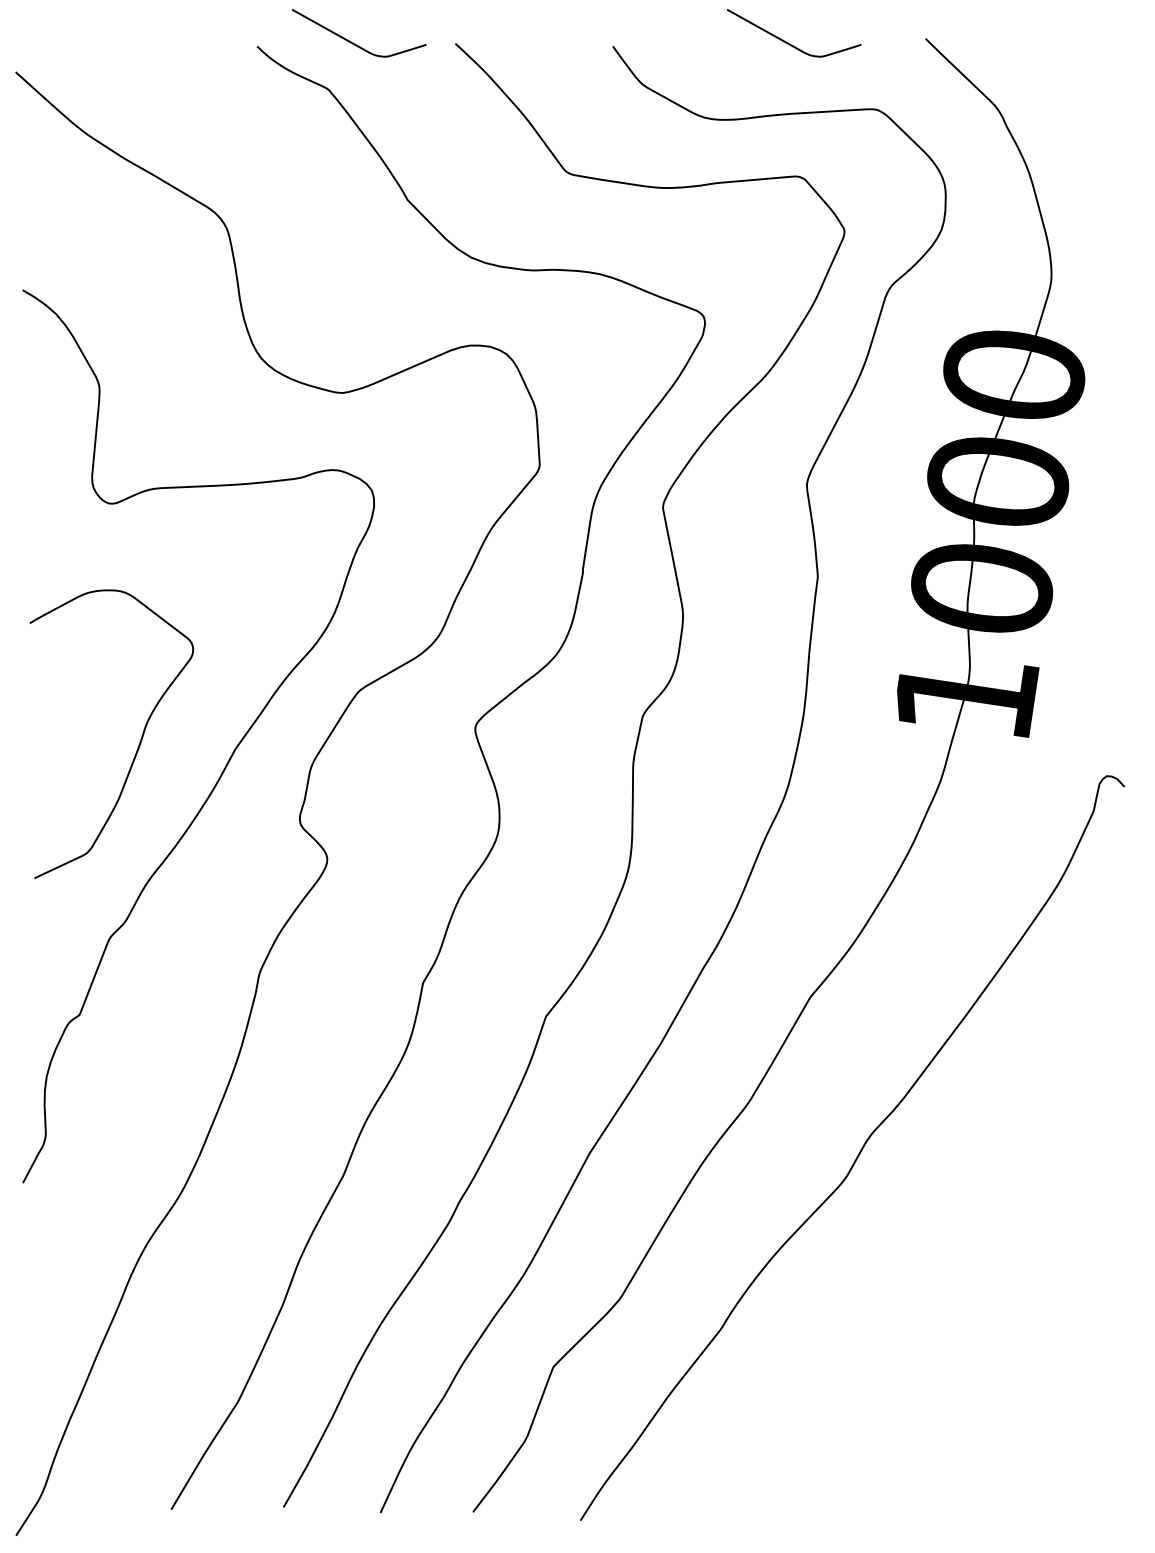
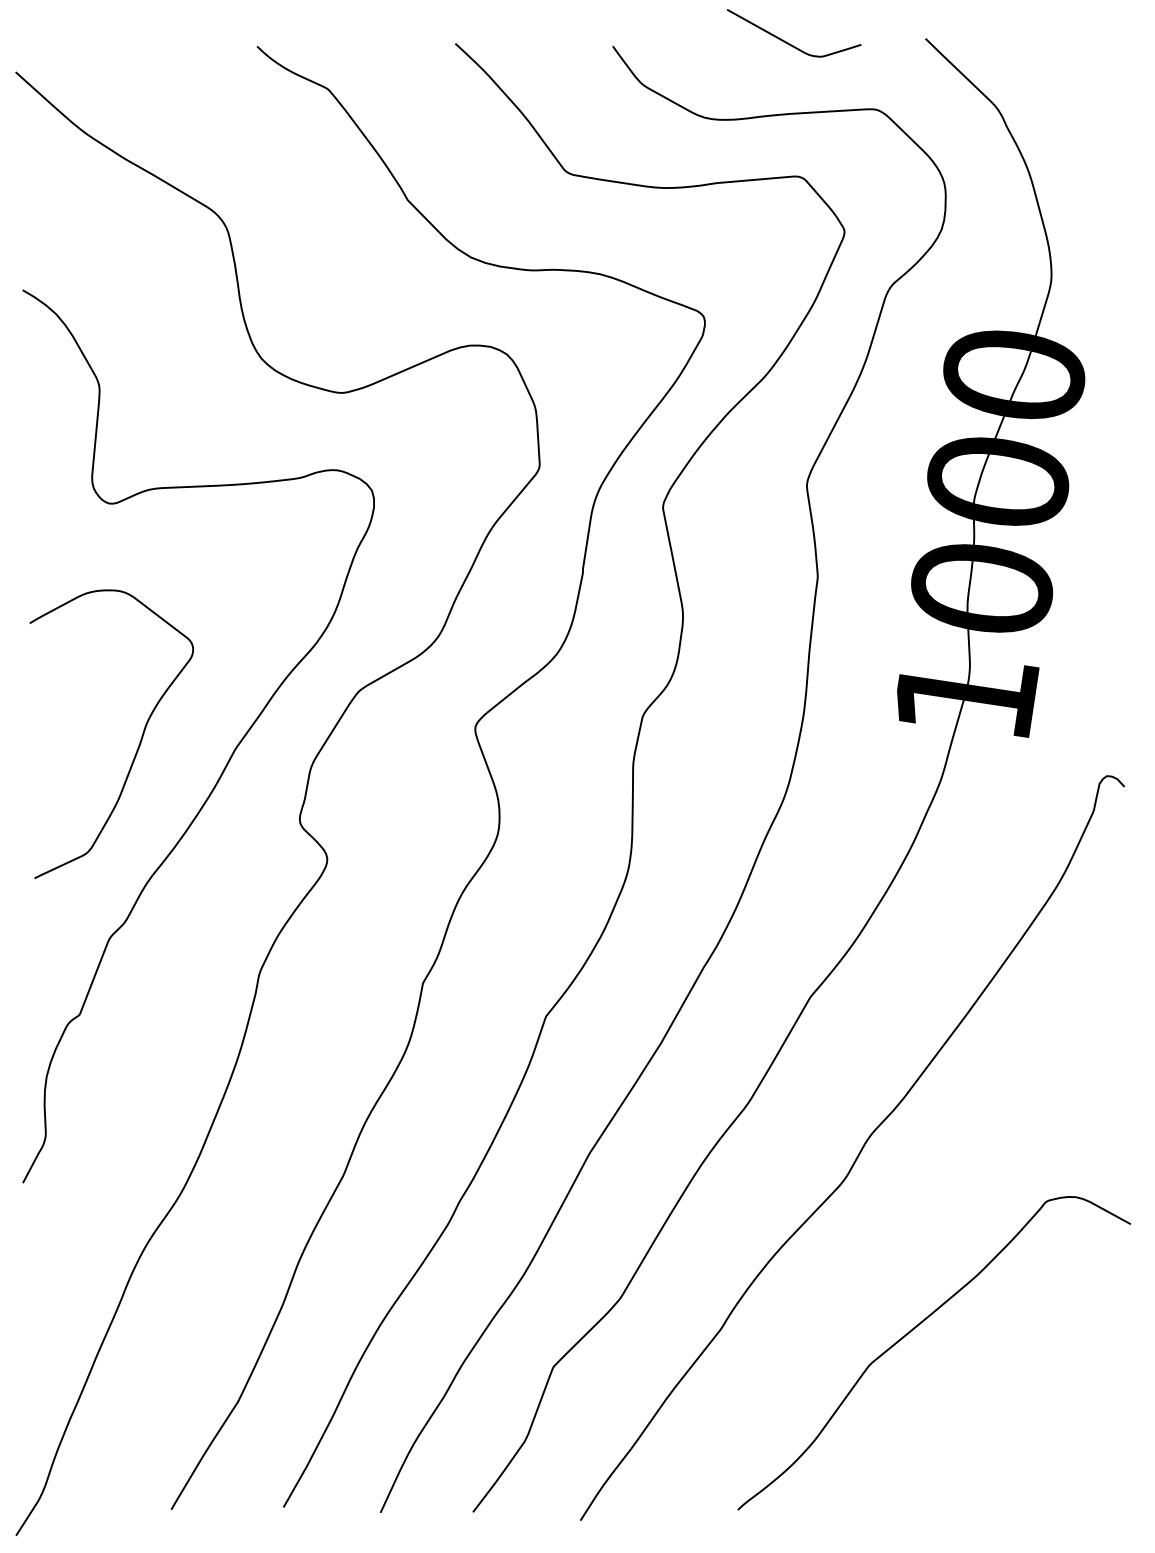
curve at (353, 42): present -> none
curve at (913, 1330): none -> present
